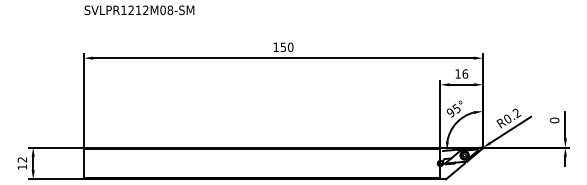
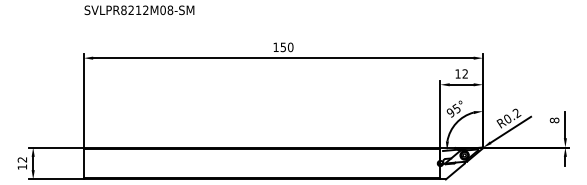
text at (123, 9): SVLPR1212M08-SM -> SVLPR8212M08-SM
text at (465, 73): 16 -> 12
text at (554, 120): 0 -> 8
